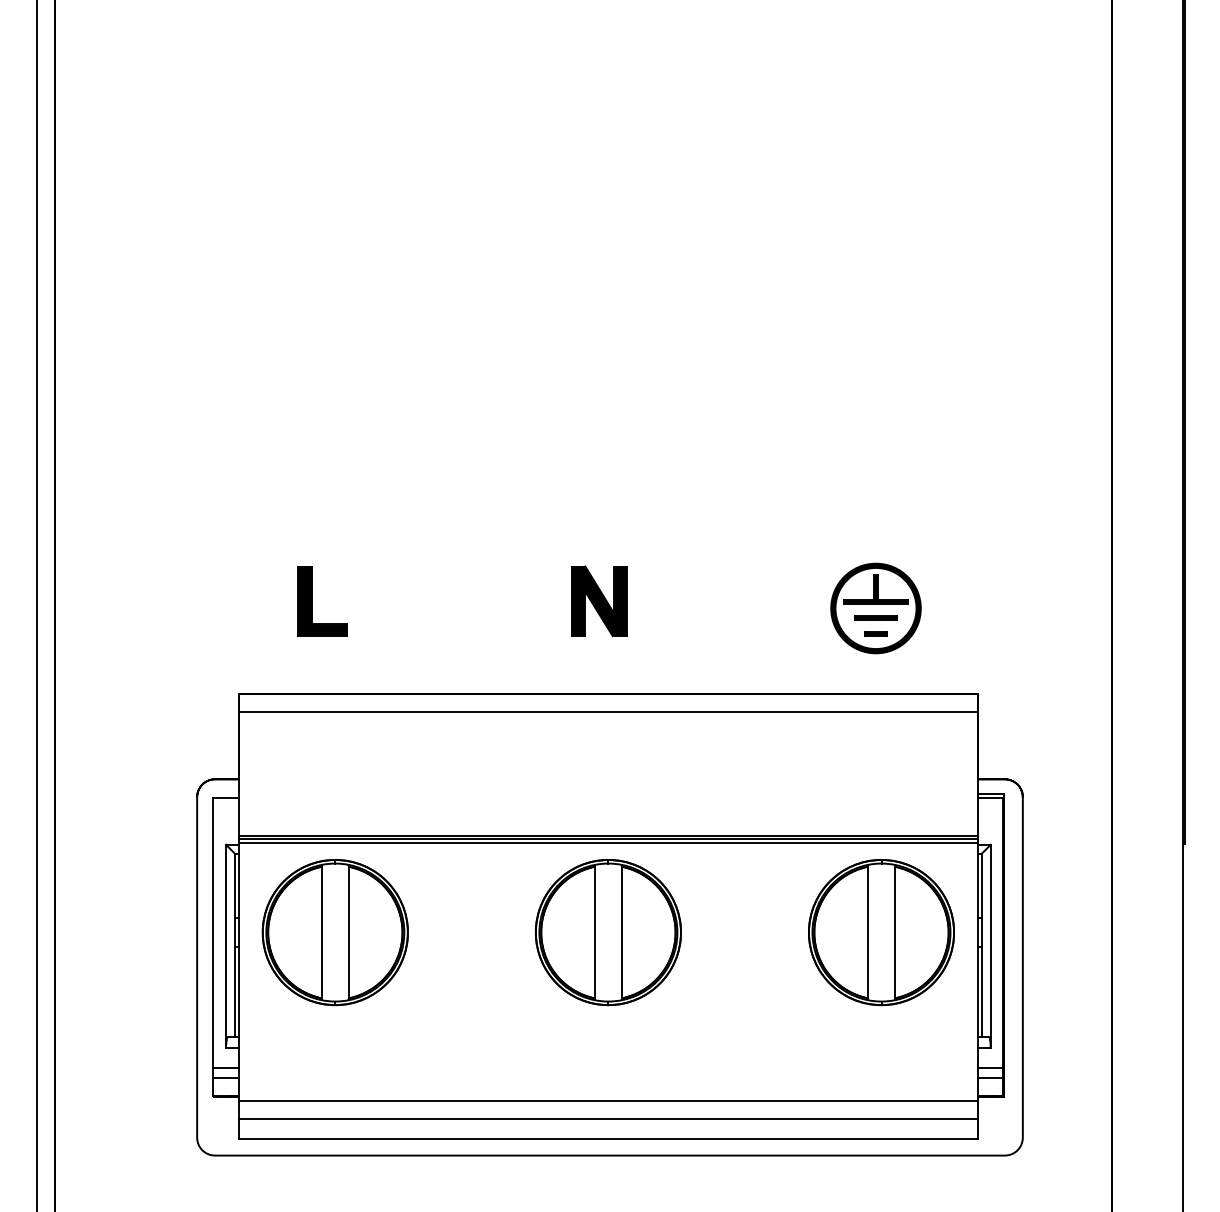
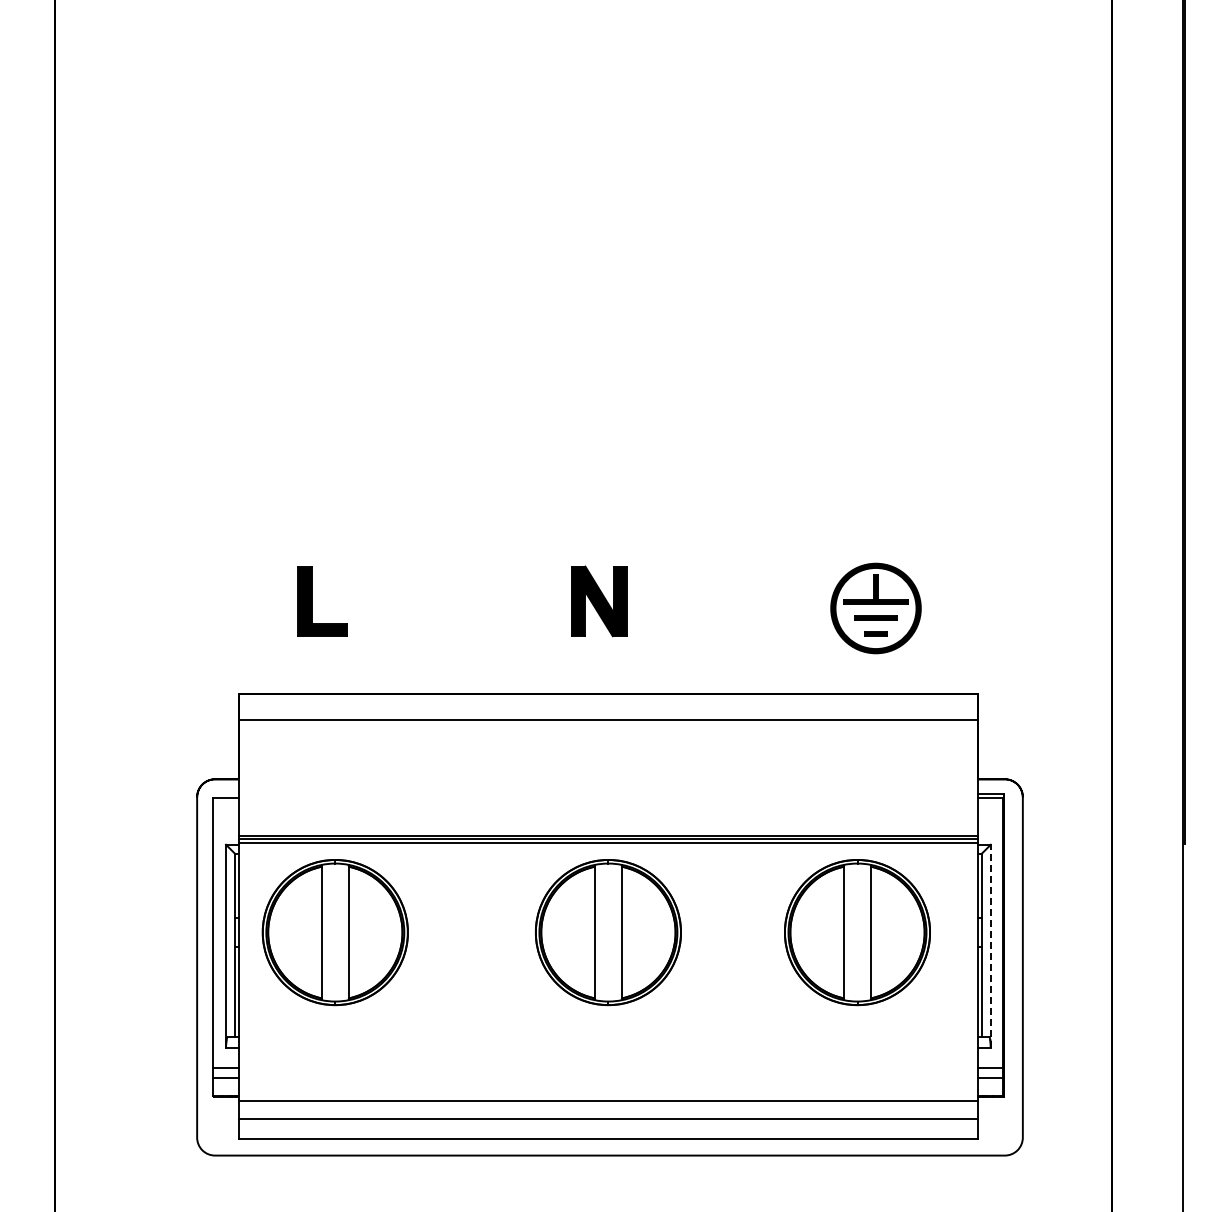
line at (36, 605): present -> none
line at (608, 712) position: (608, 712) -> (608, 720)
part at (881, 932) position: (881, 932) -> (857, 932)
line at (990, 945): solid -> dashed
